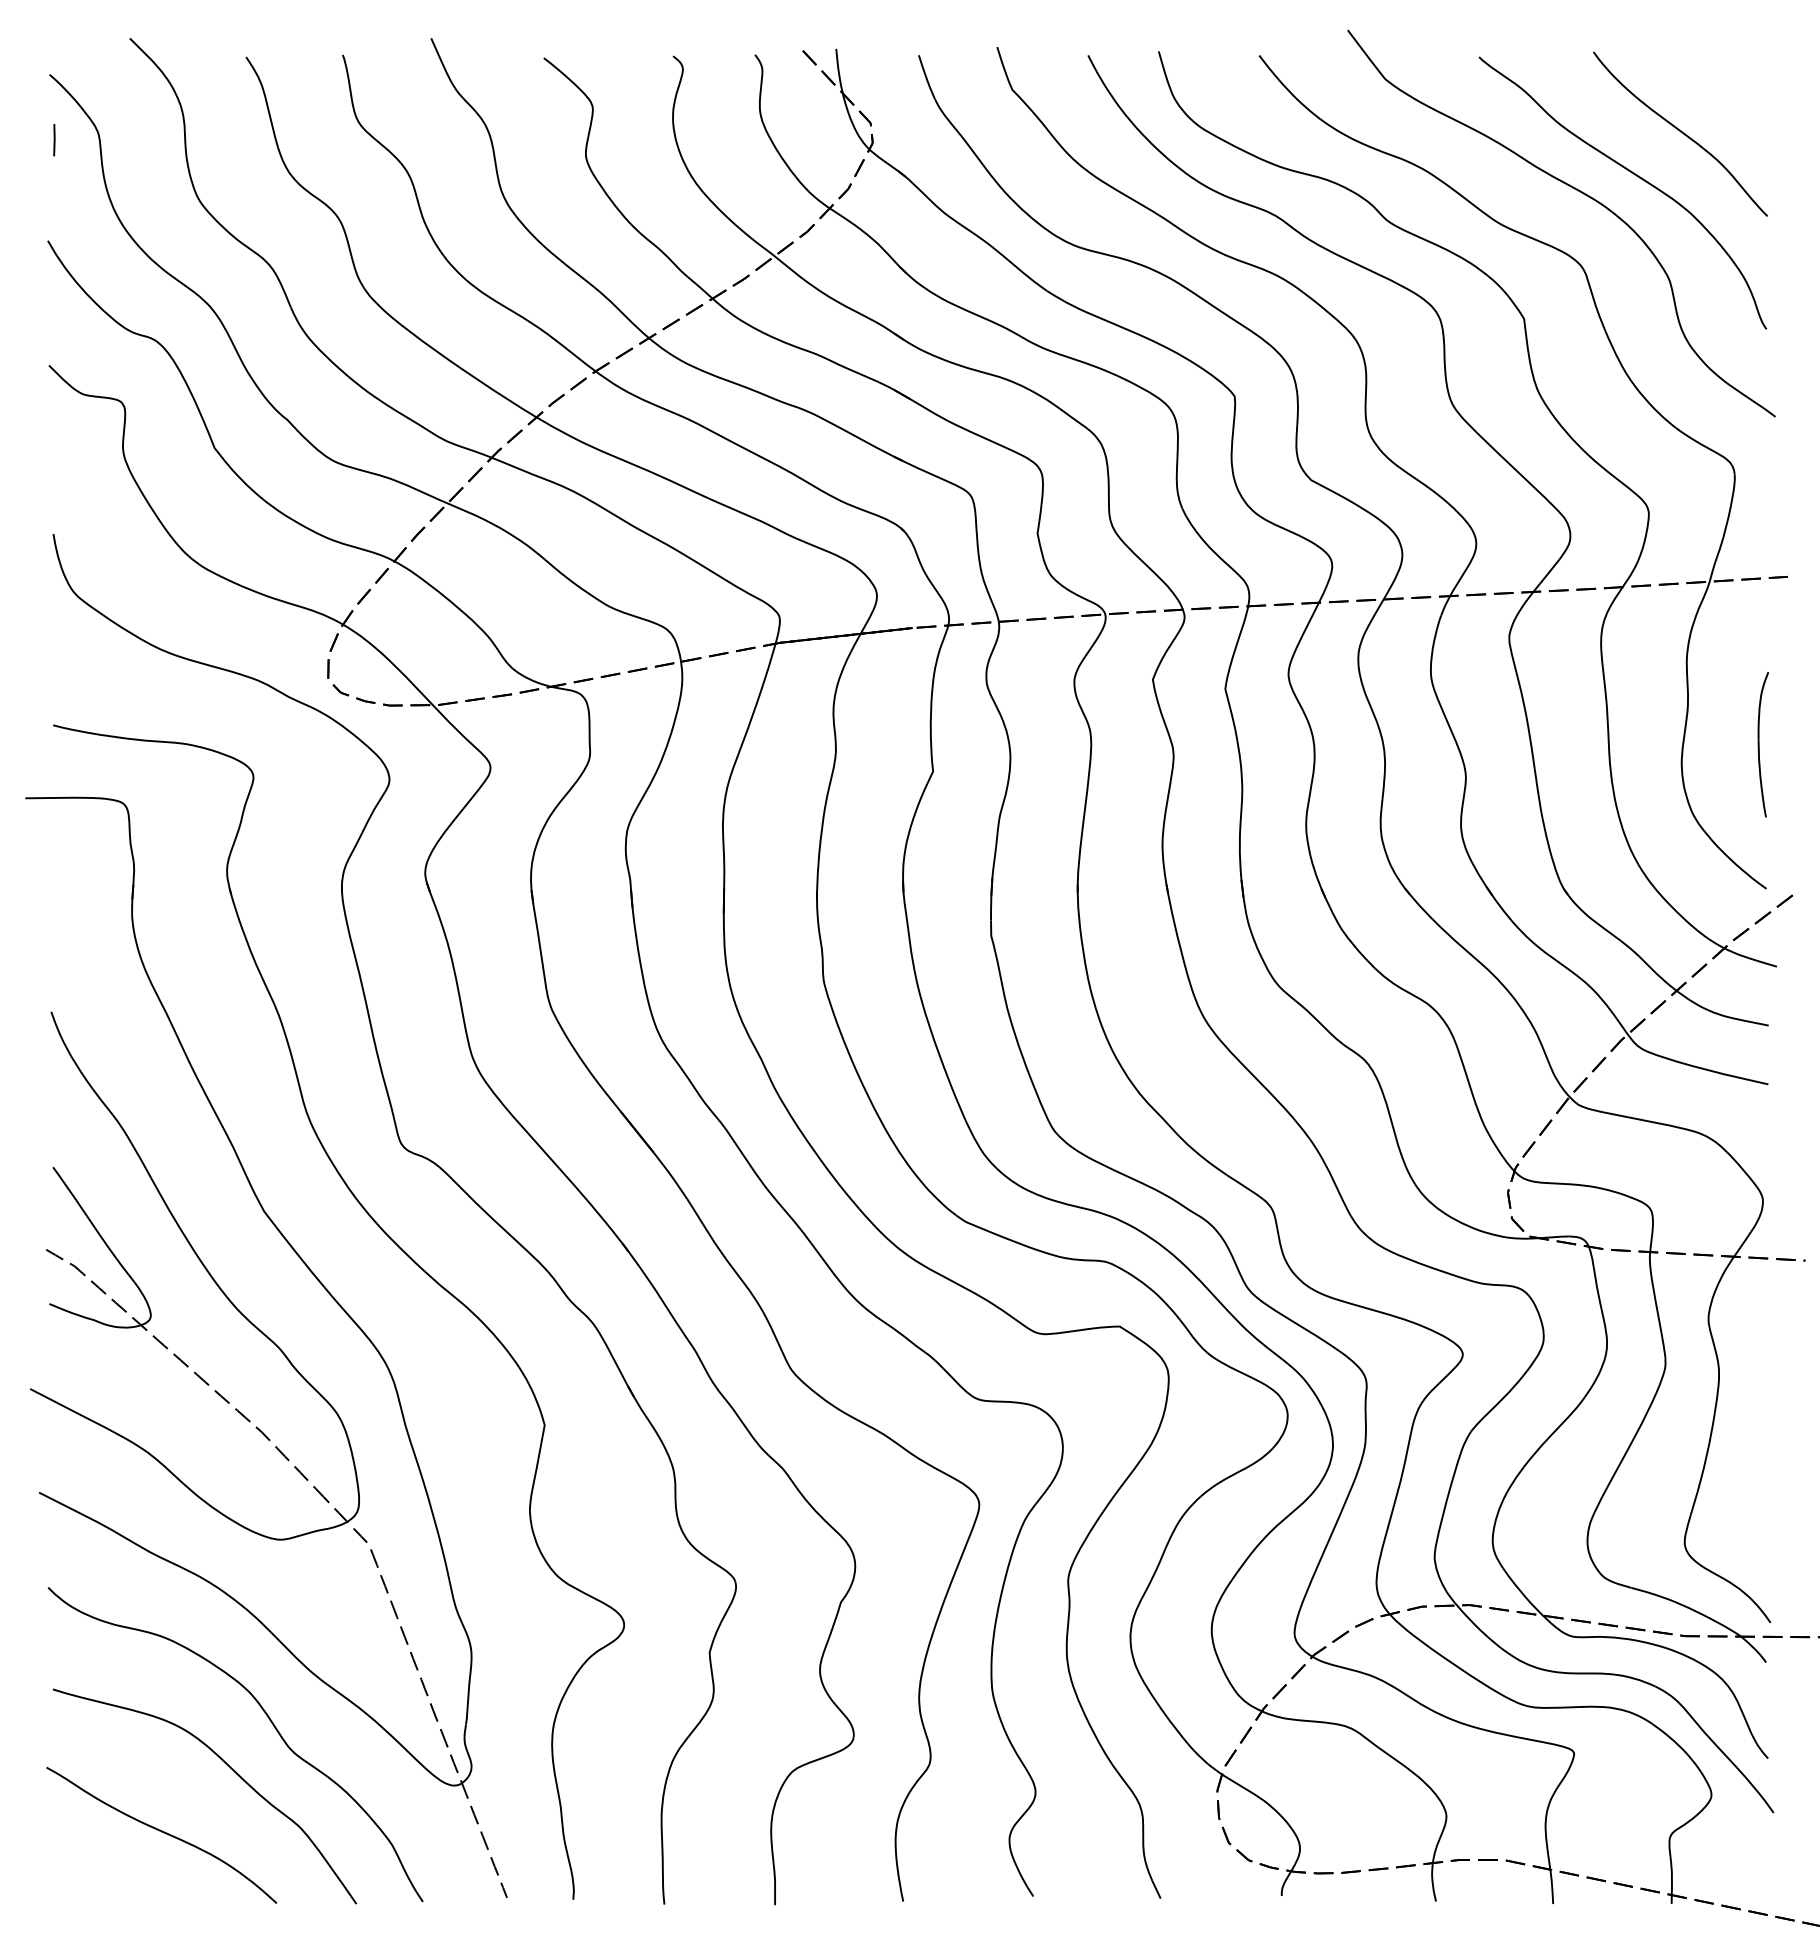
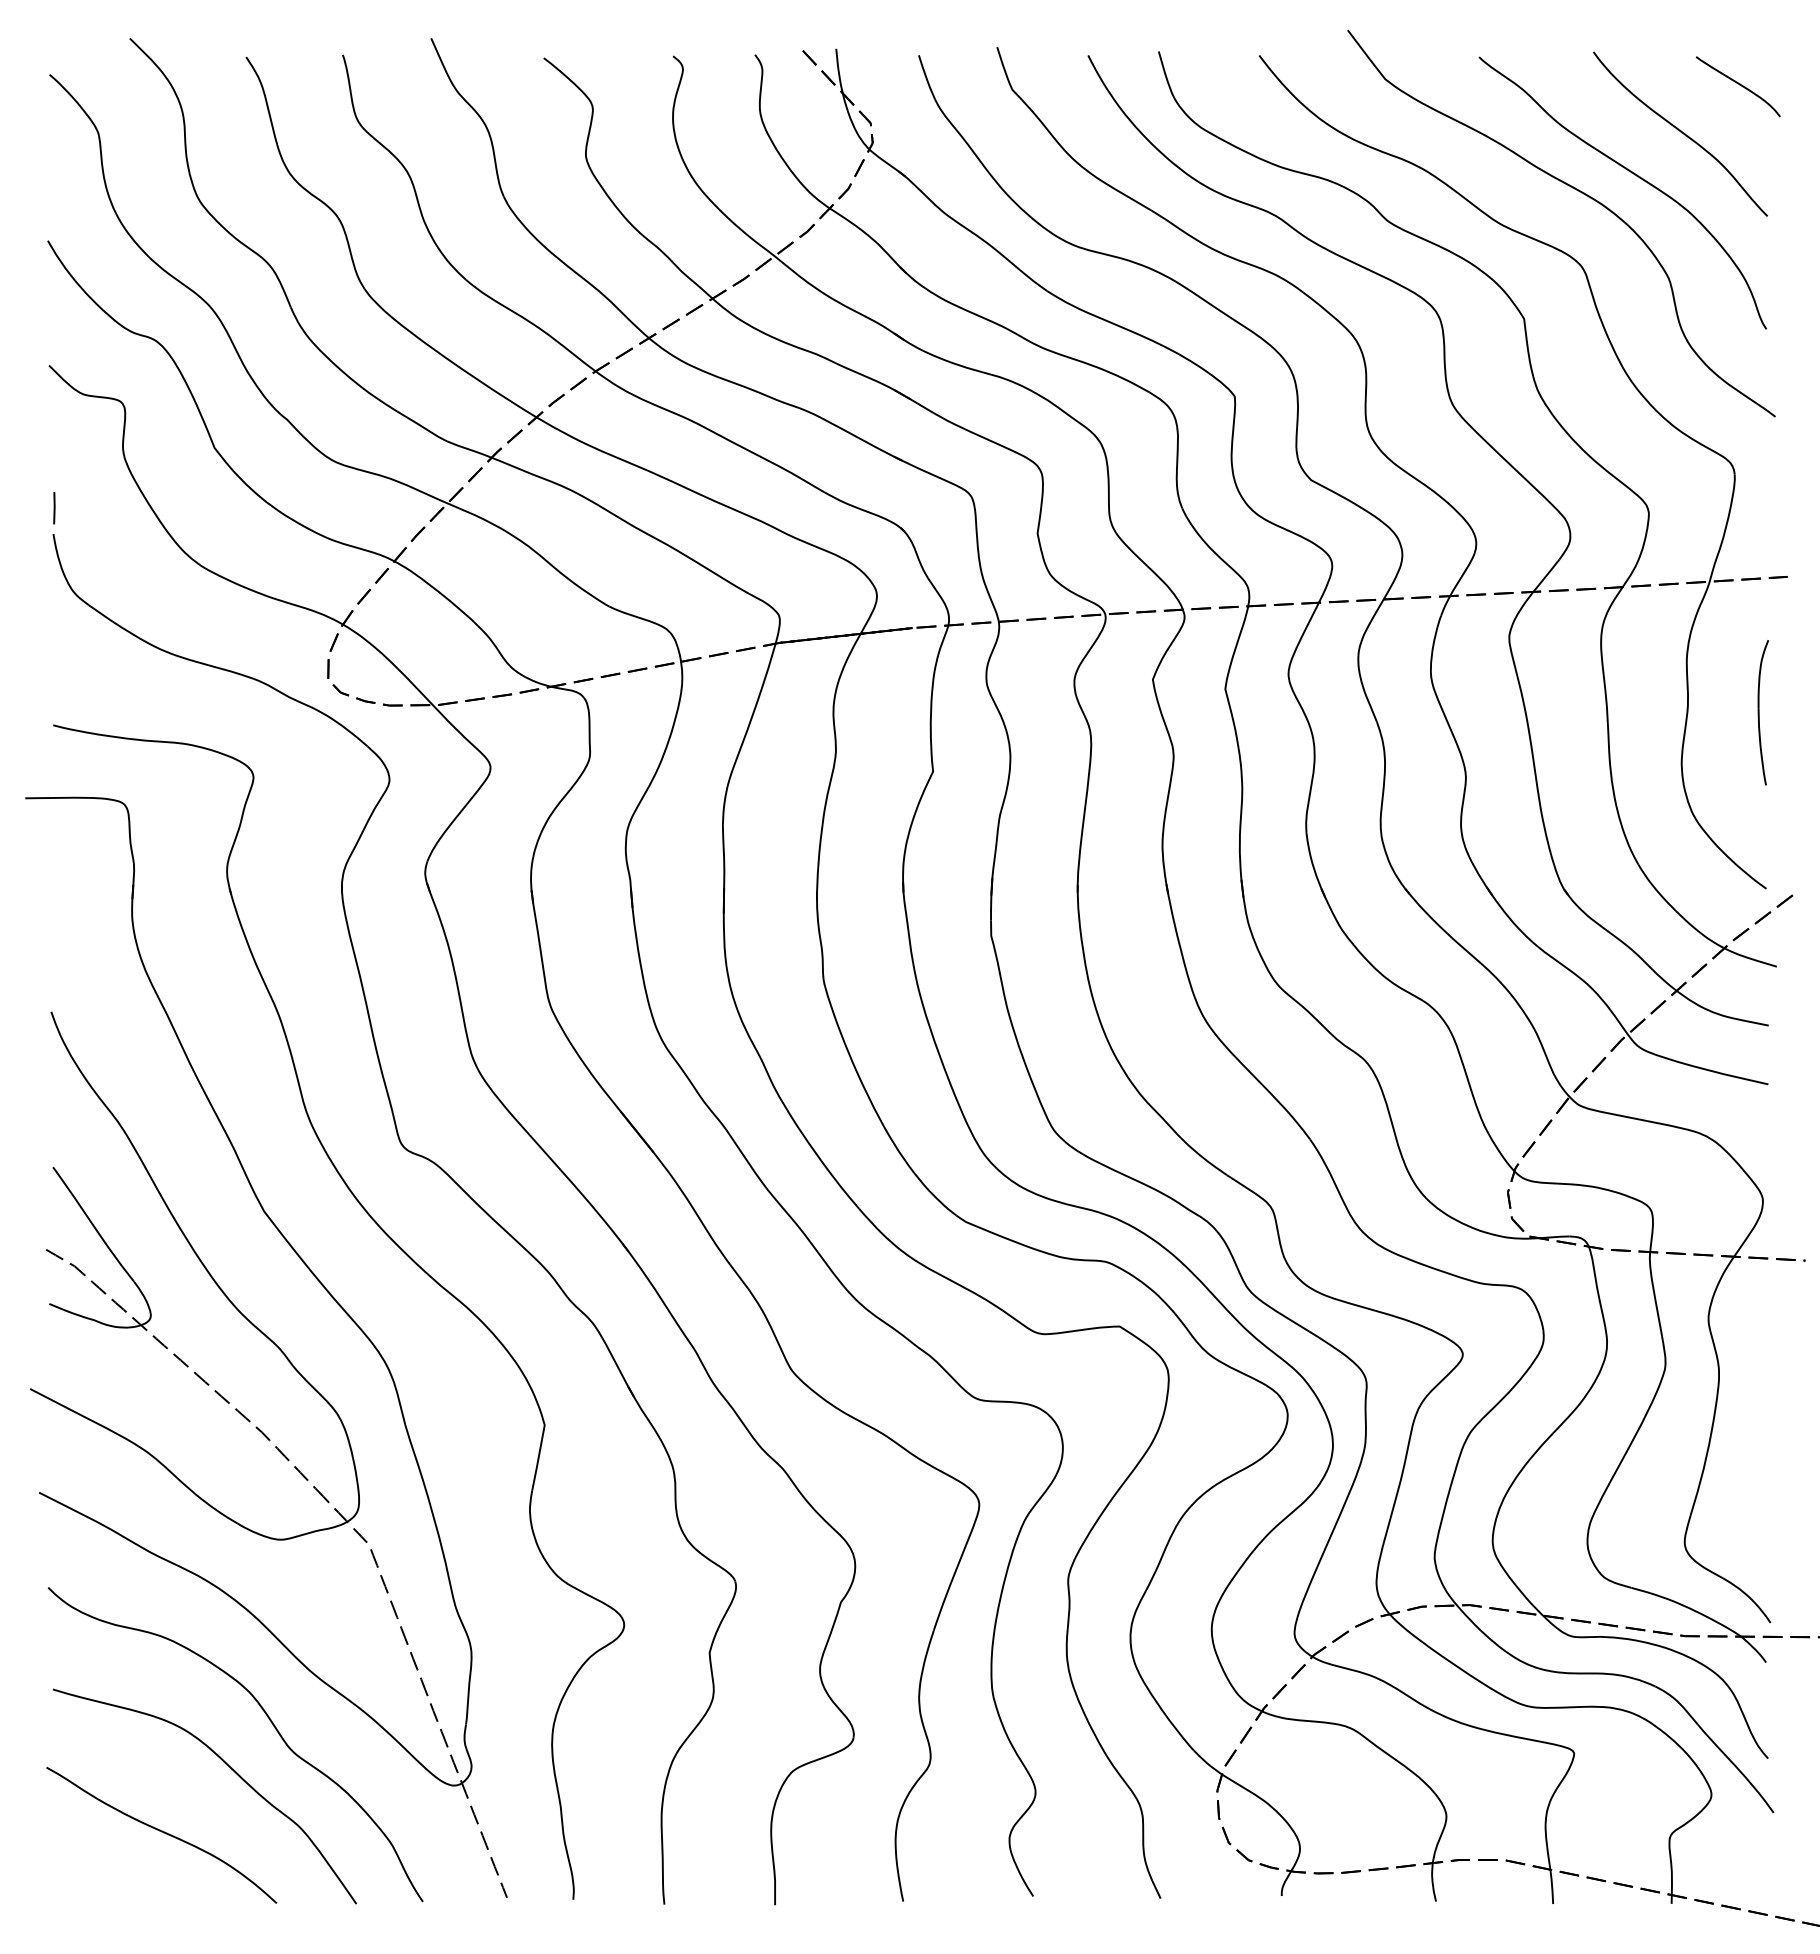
curve at (1737, 84): none -> present
line at (54, 140) position: (54, 140) -> (54, 508)
part at (1763, 744) position: (1763, 744) -> (1763, 712)
